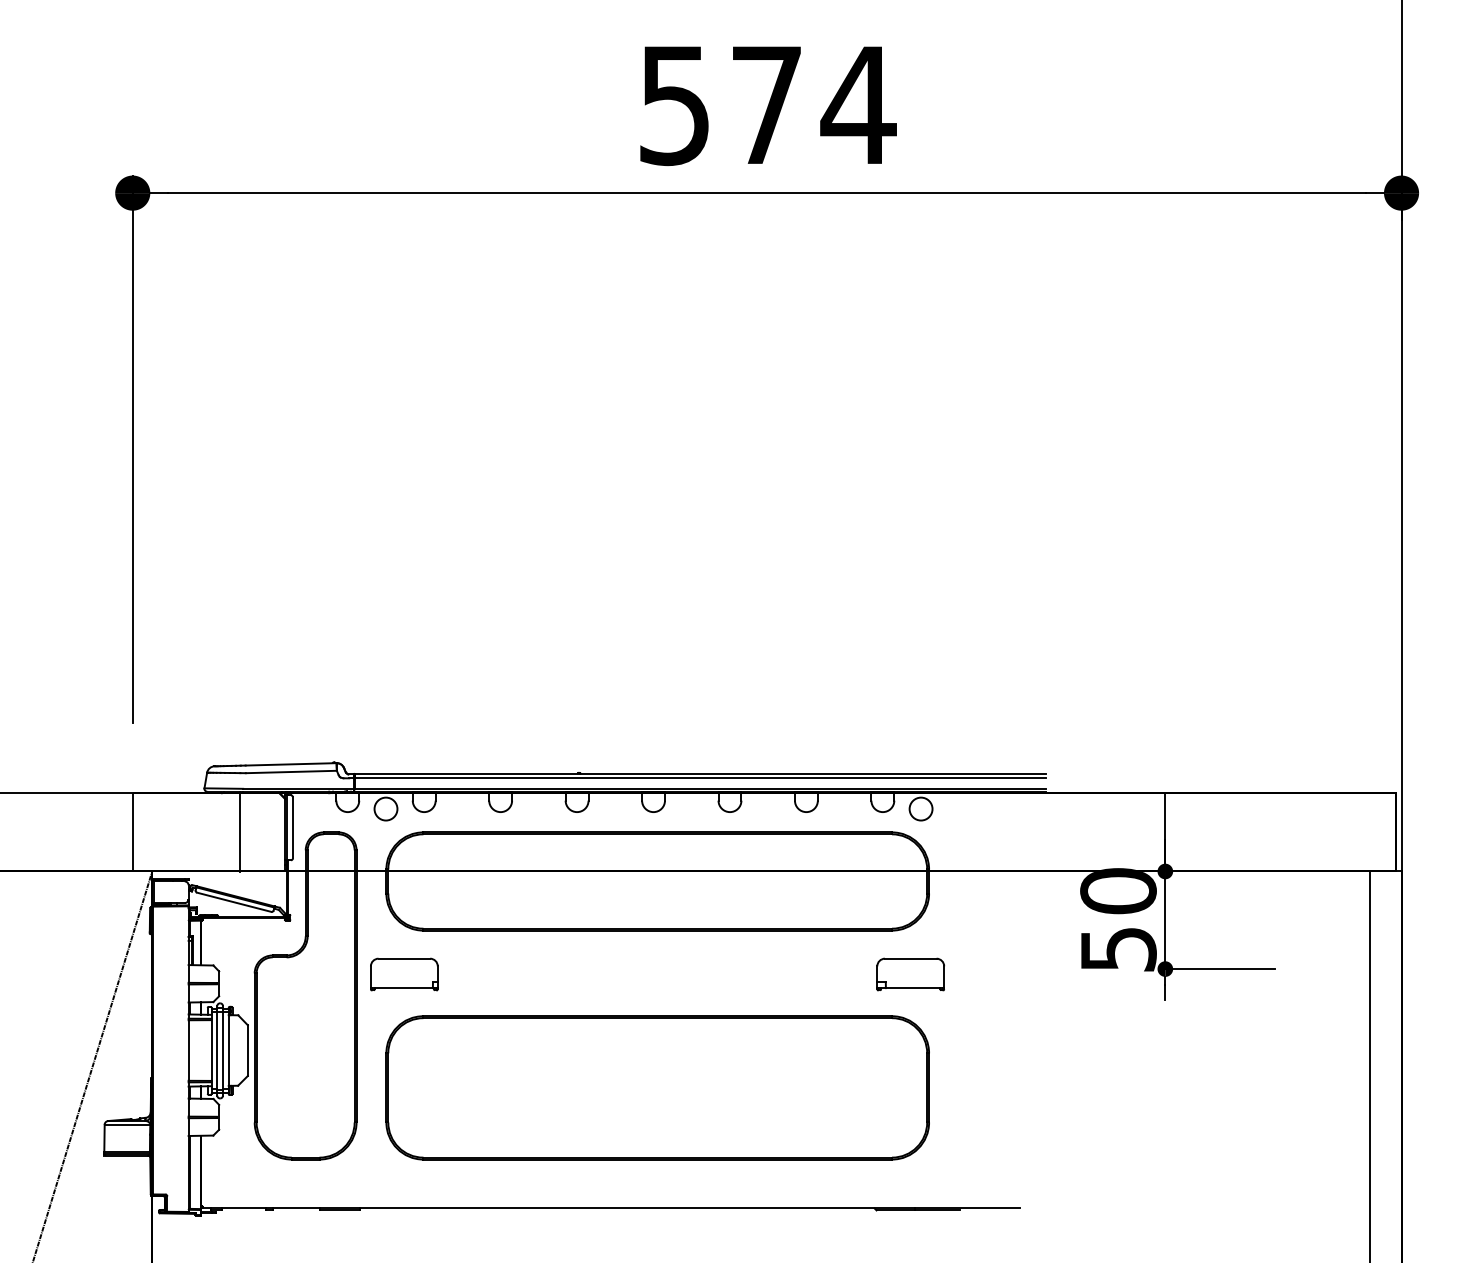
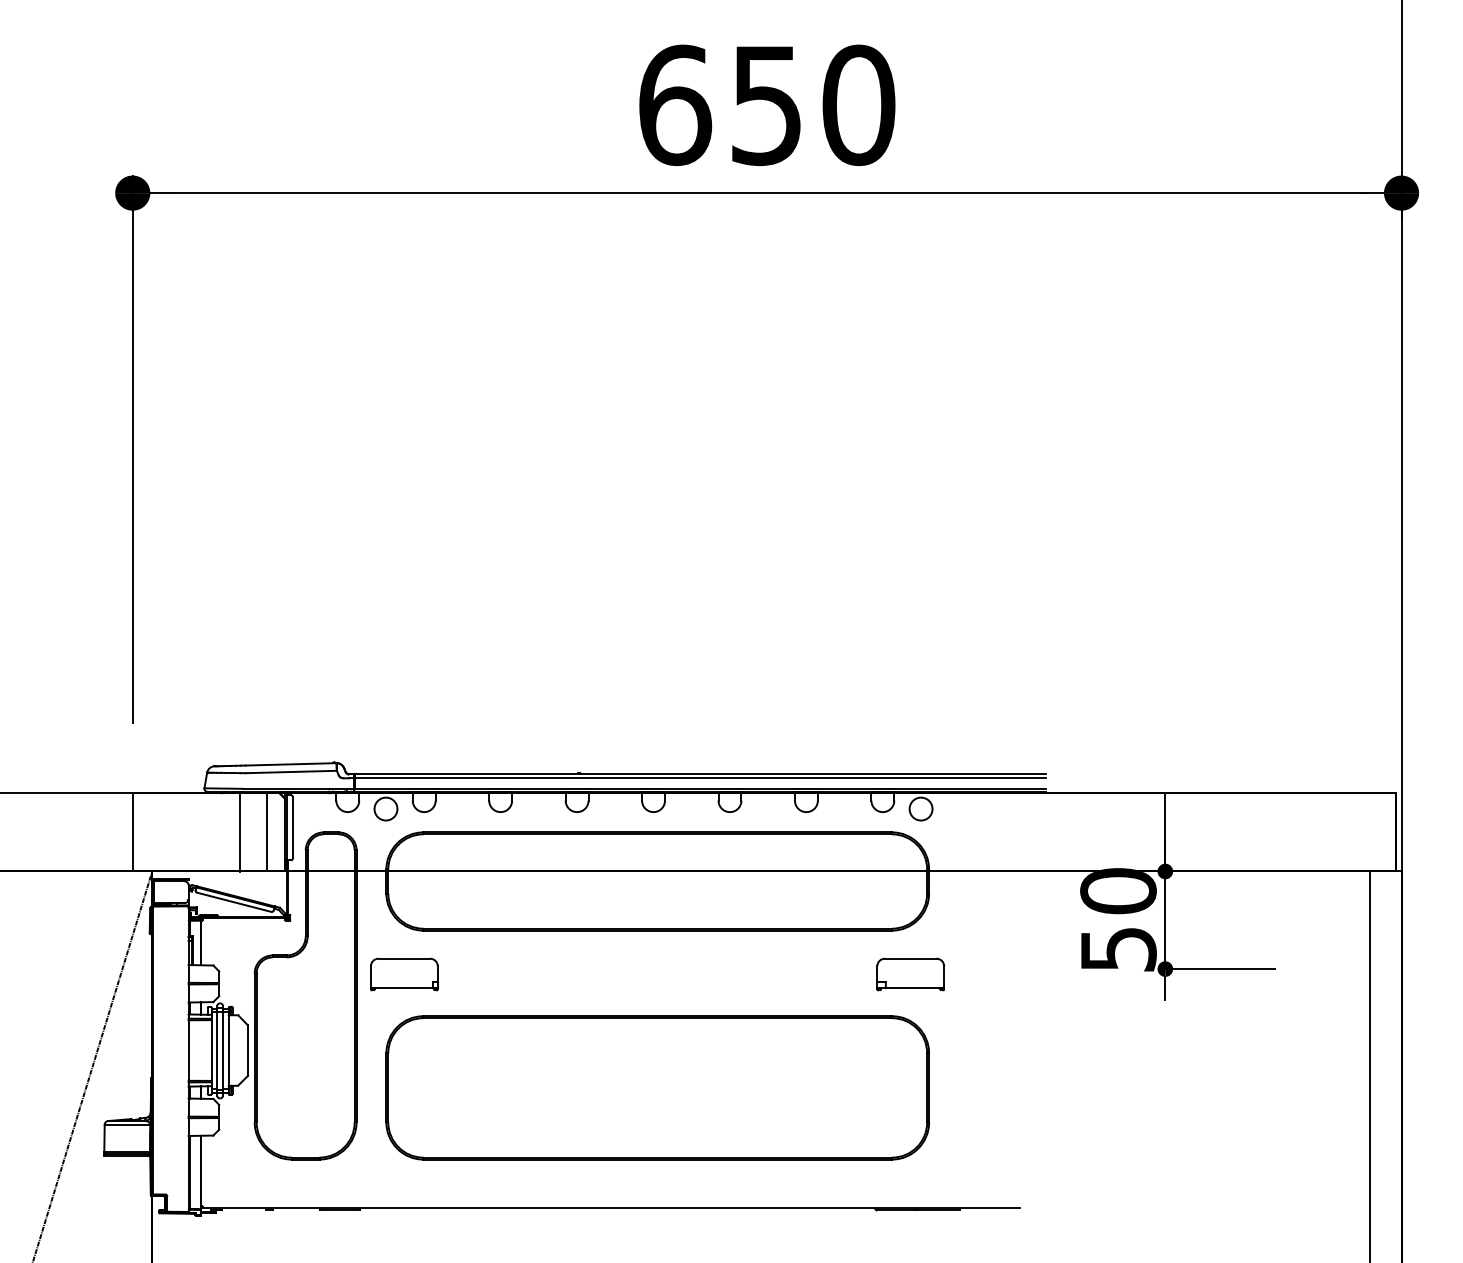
text at (767, 105): 574 -> 650
line at (267, 832): none -> present
